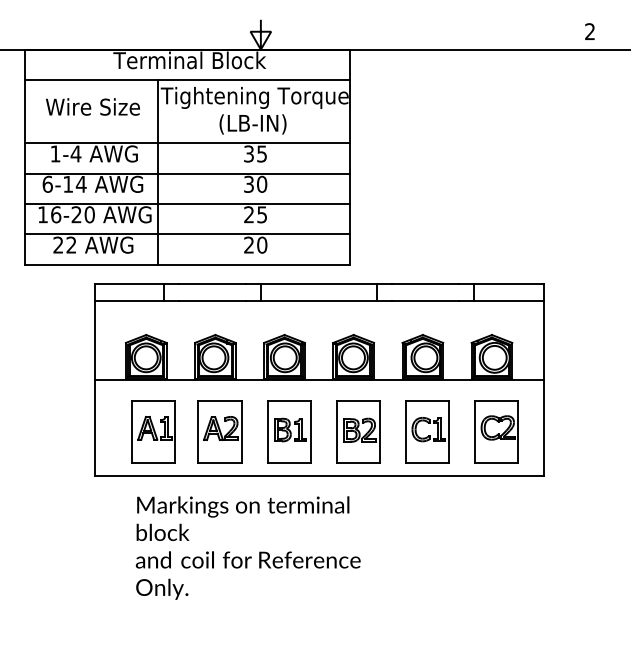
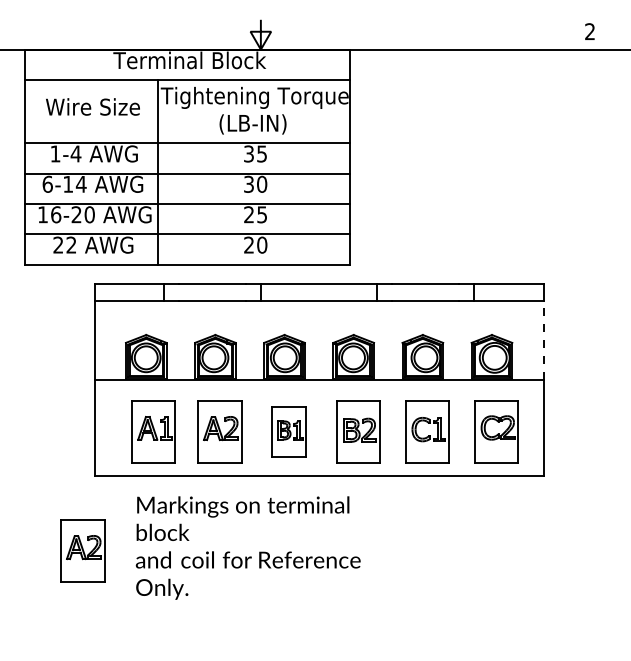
line at (543, 340): solid -> dashed
part at (289, 431) size: 45x64 px -> 36x52 px
part at (82, 550): none -> present
